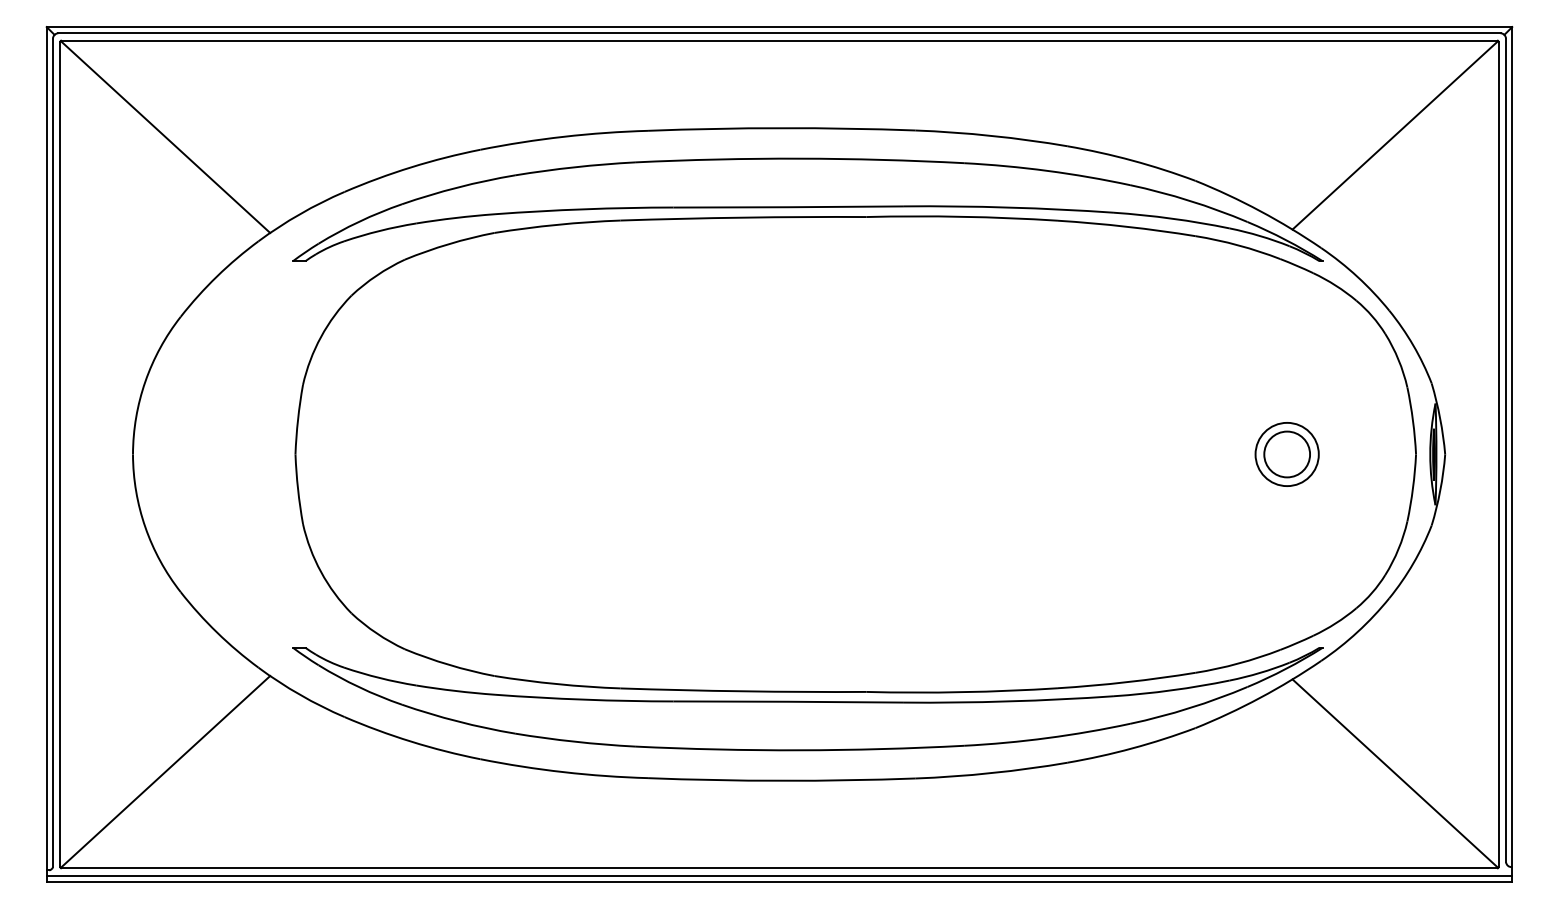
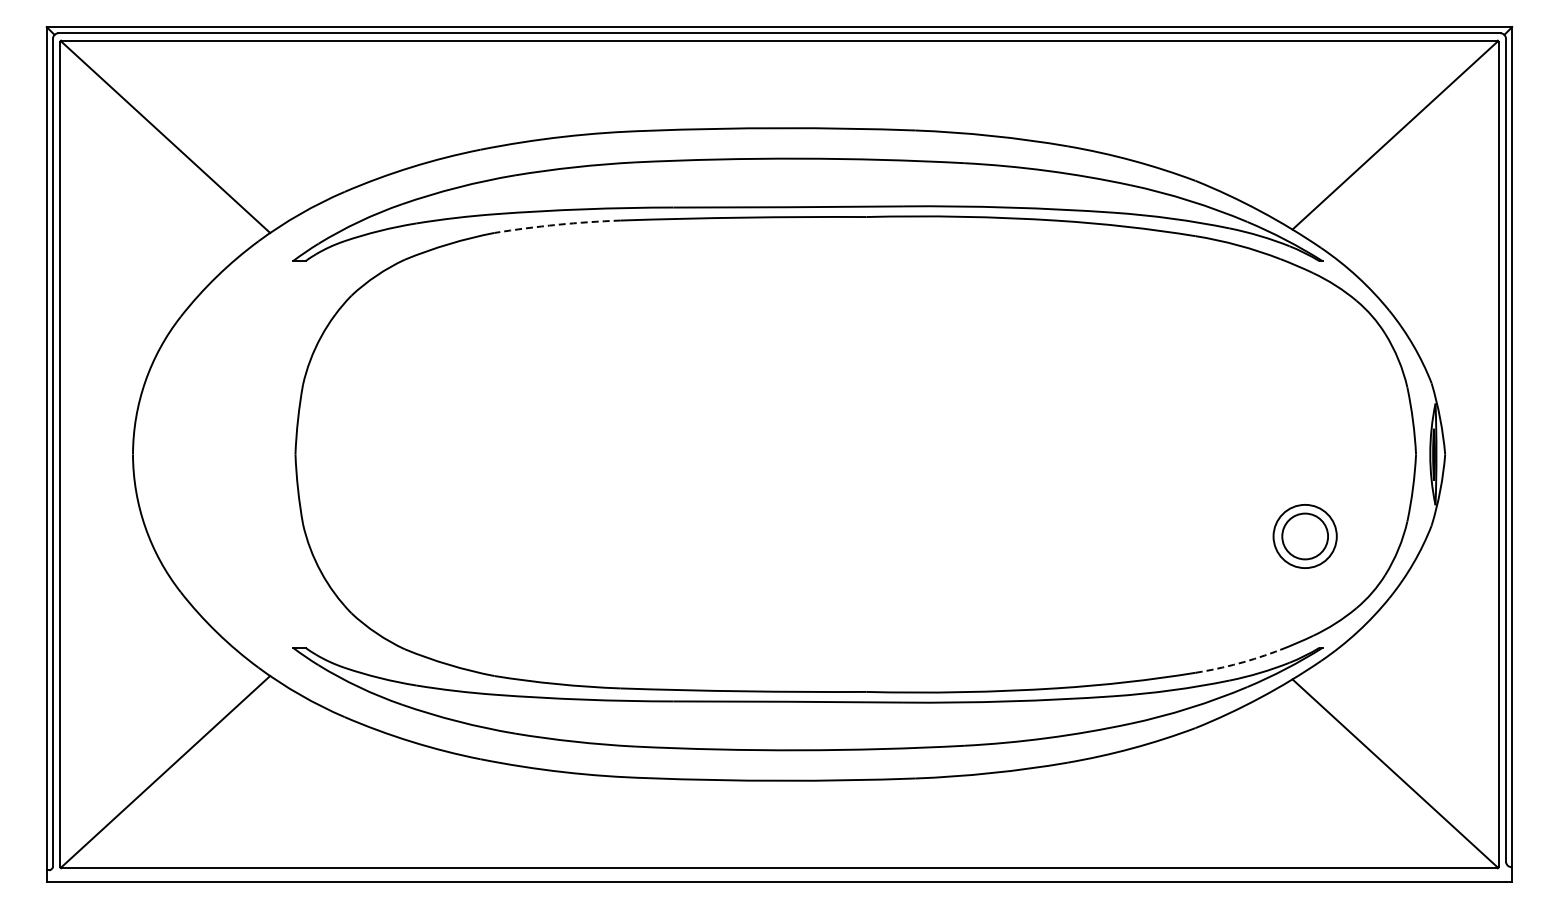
arc at (557, 224): solid -> dashed
part at (1286, 454) position: (1286, 454) -> (1304, 536)
arc at (1238, 663): solid -> dashed
line at (779, 875): present -> none
